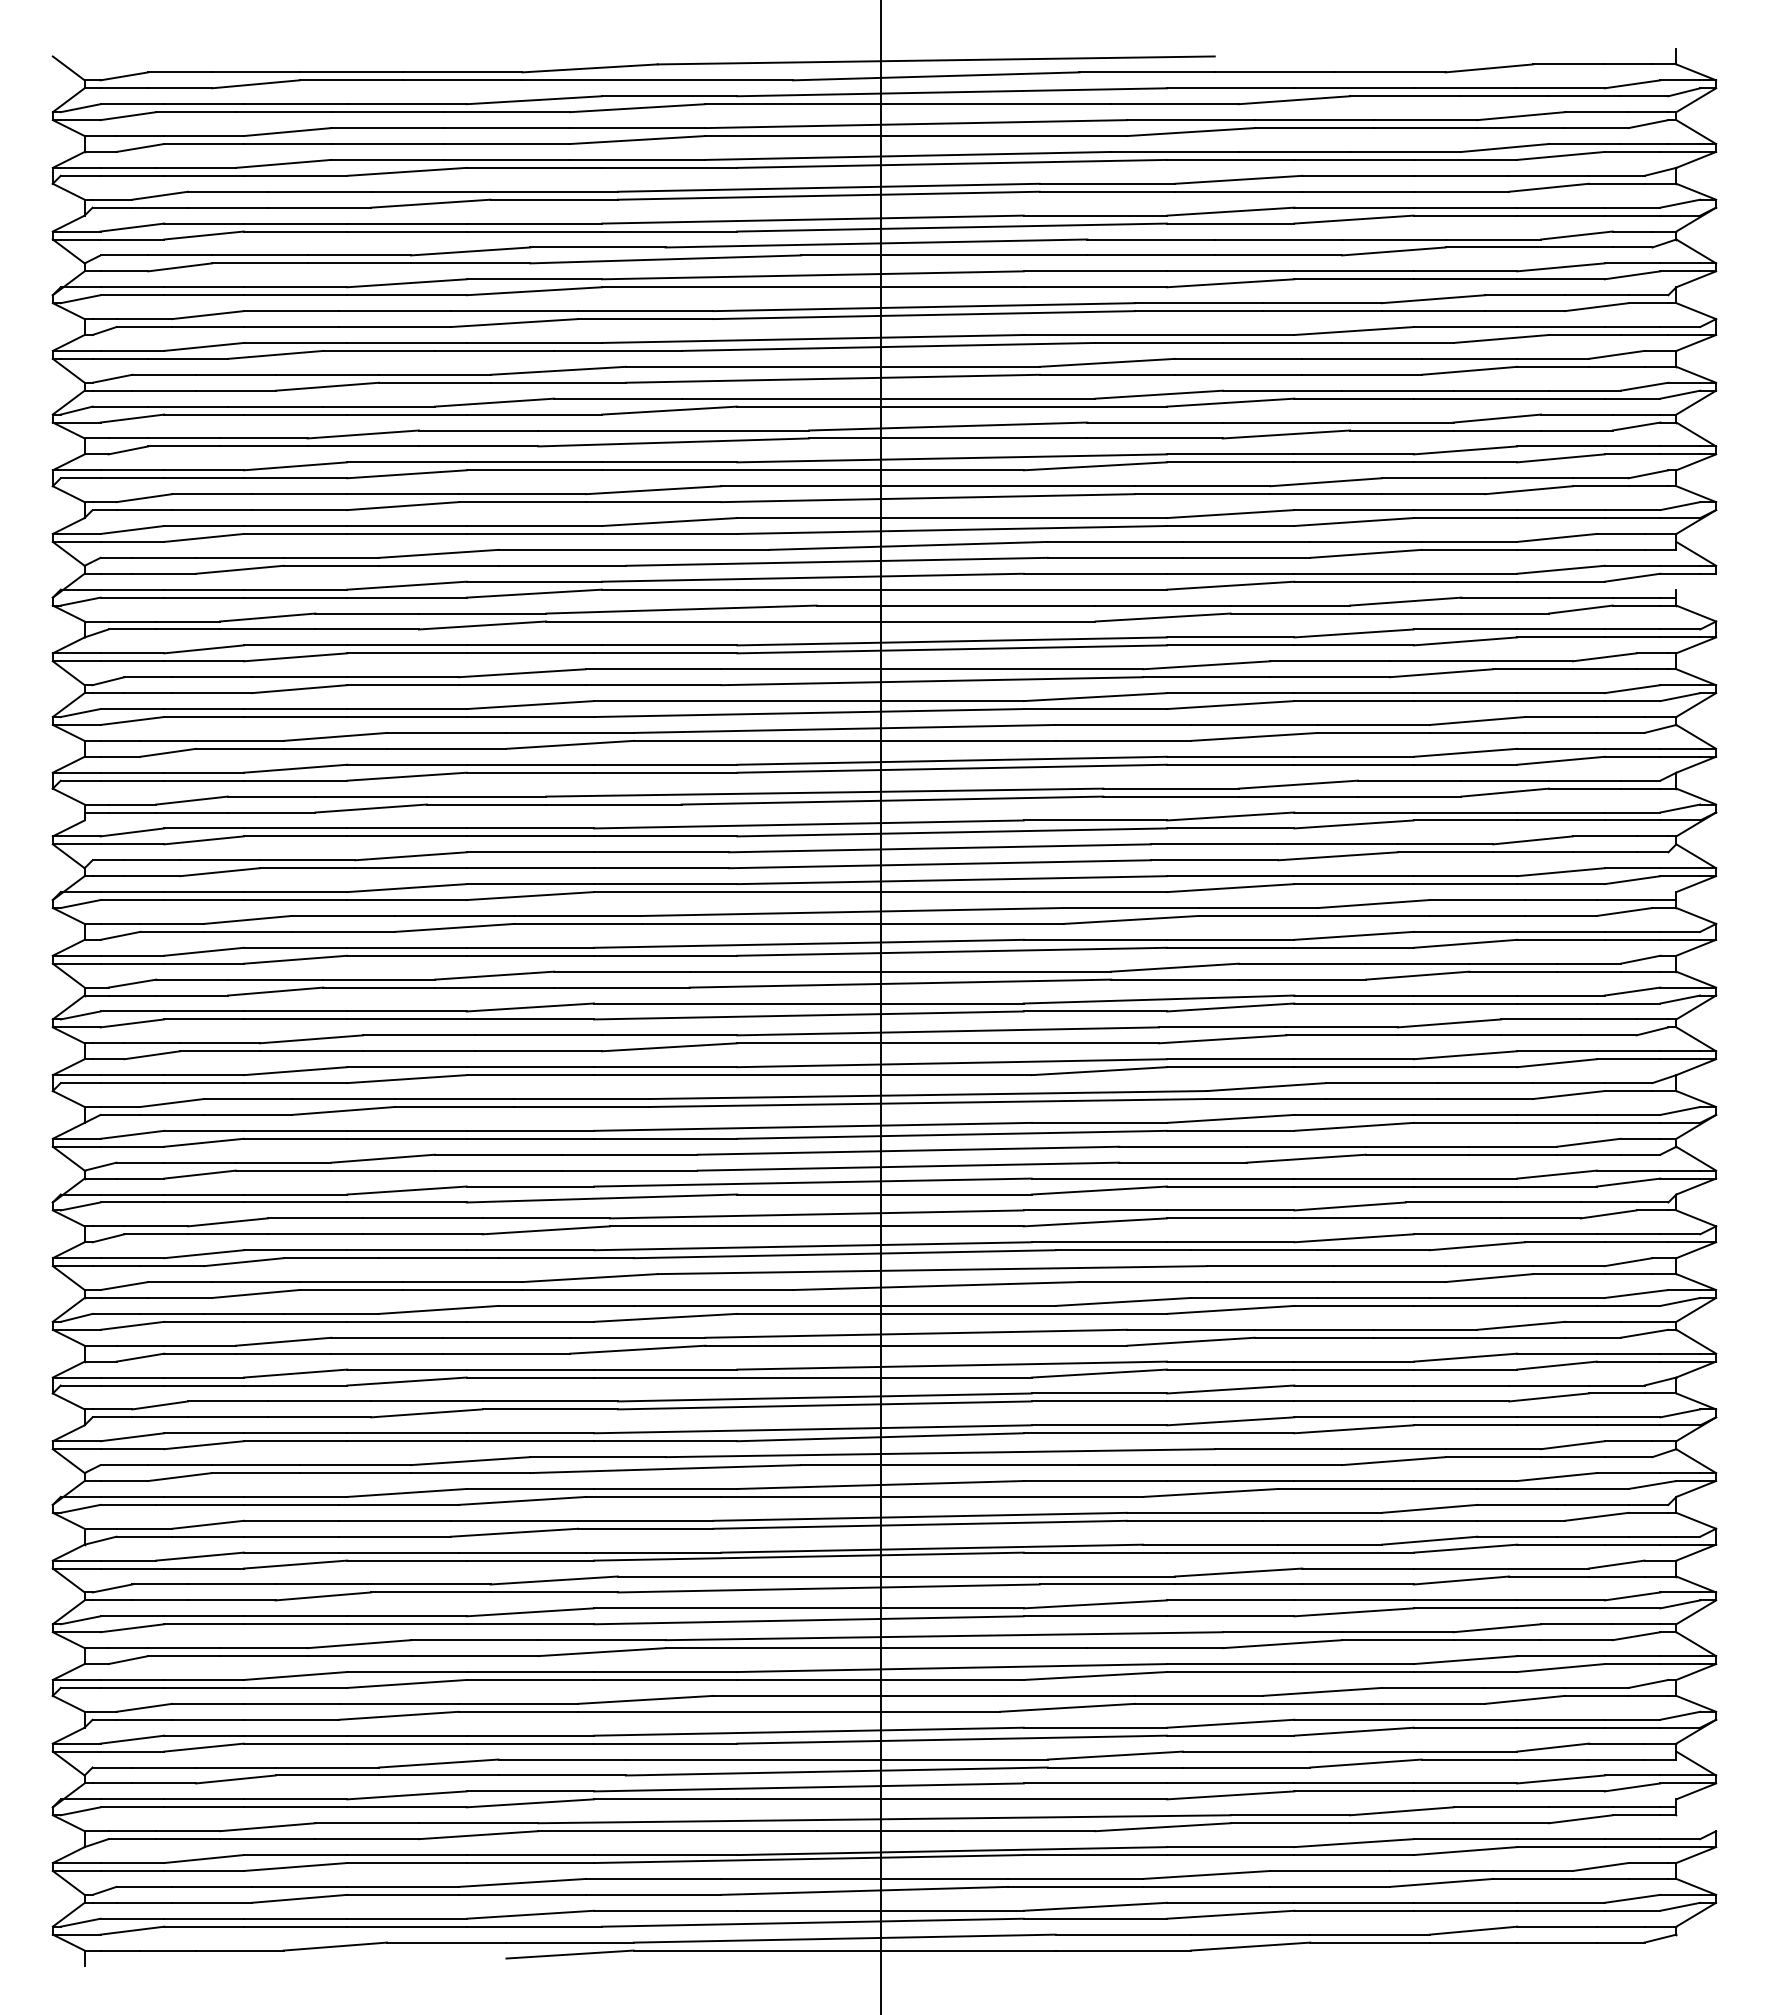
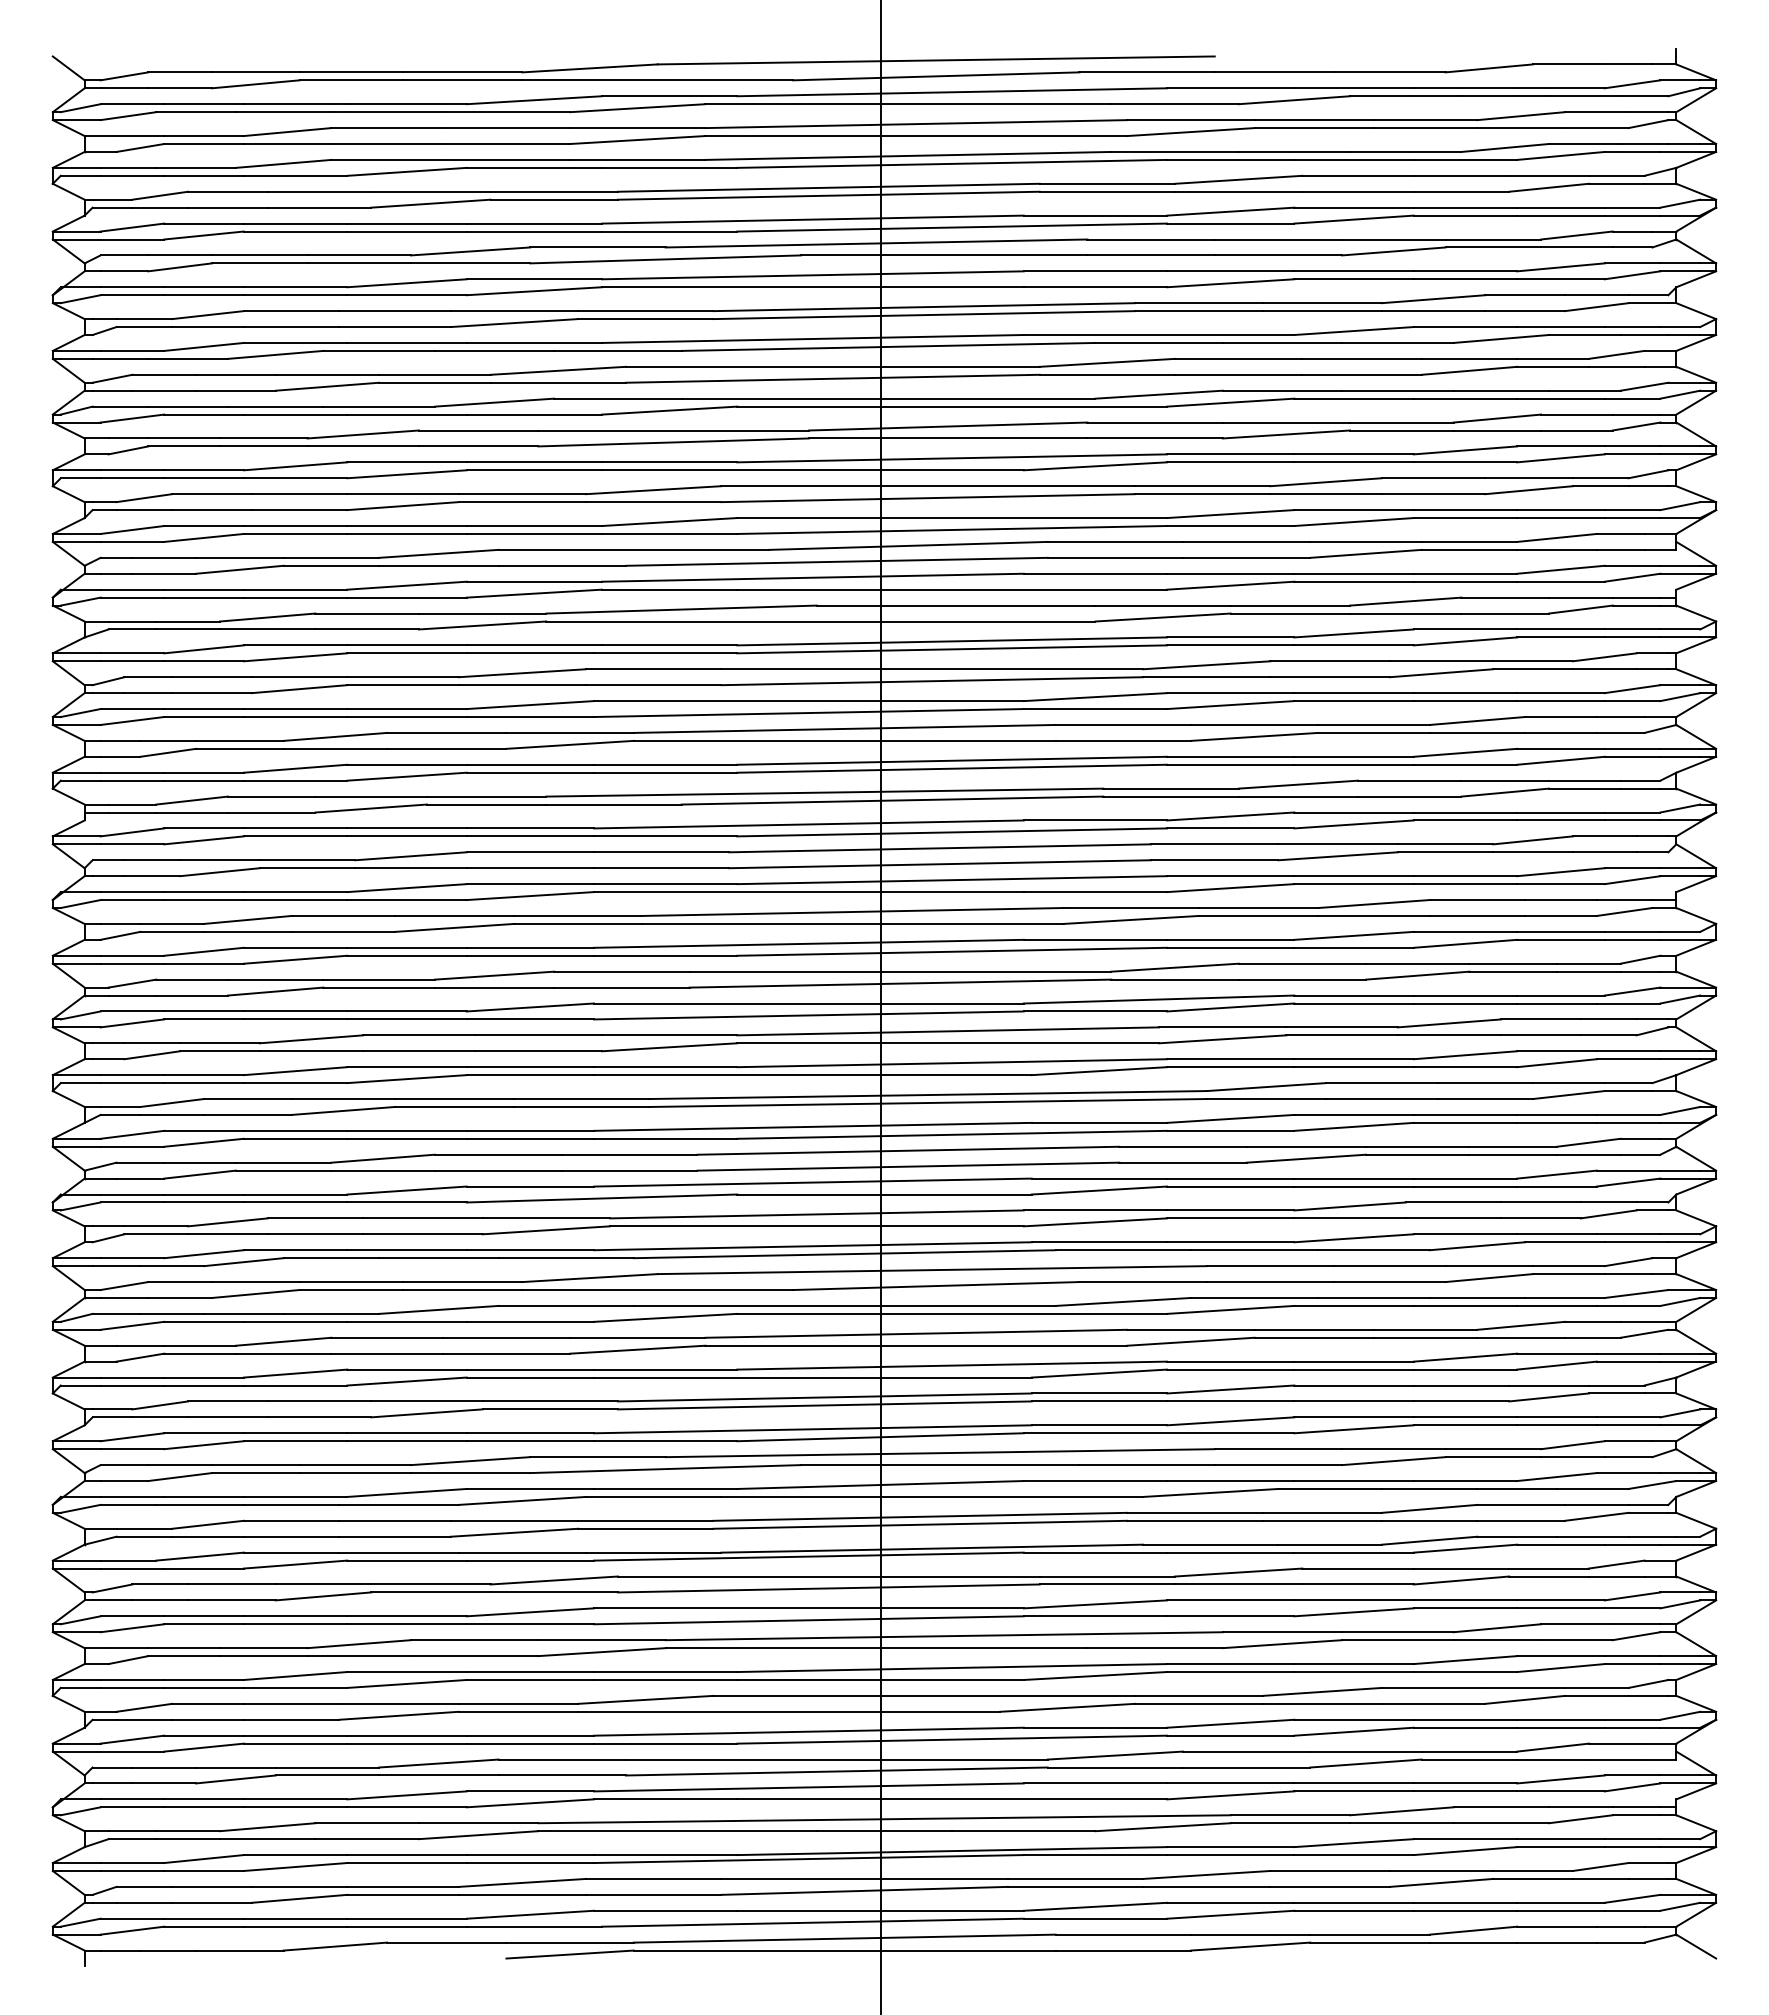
line at (1696, 581): none -> present
line at (1696, 1823): none -> present
line at (1696, 1946): none -> present
